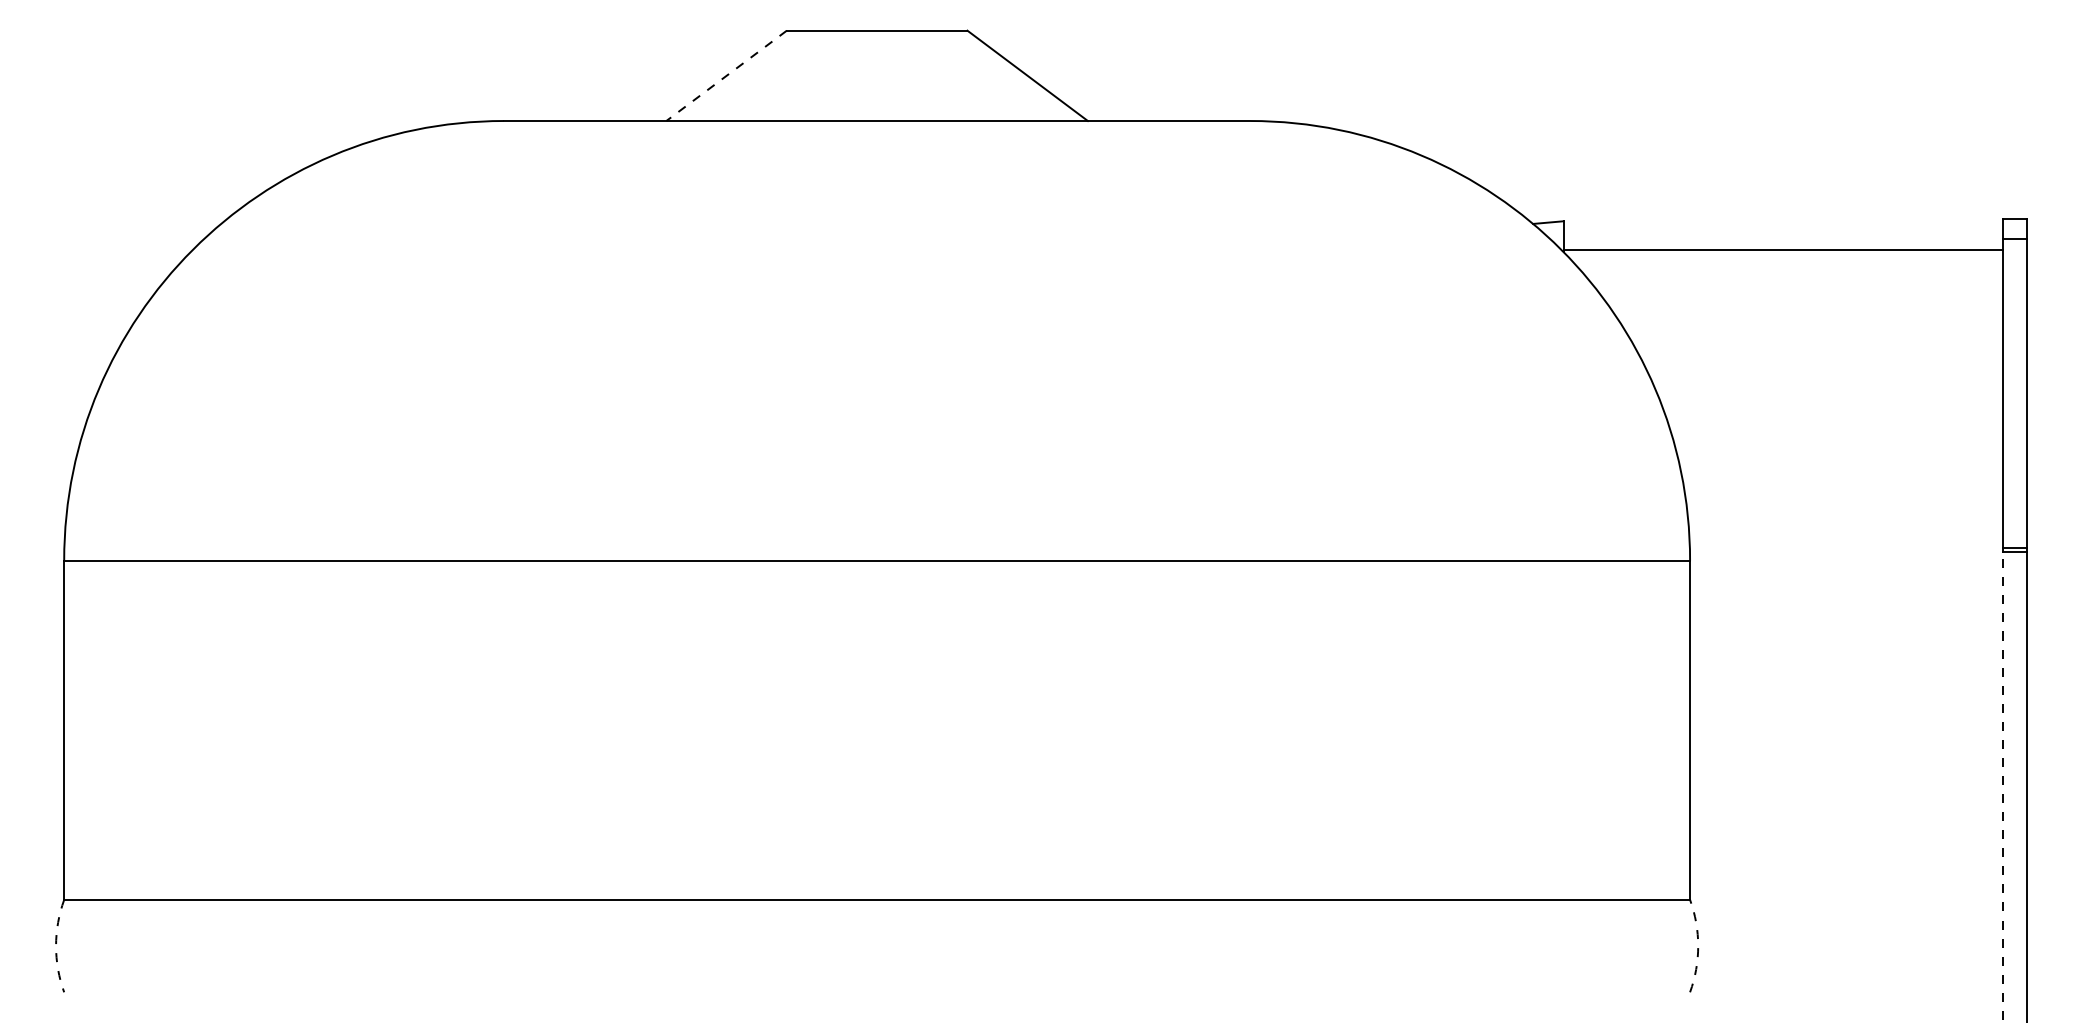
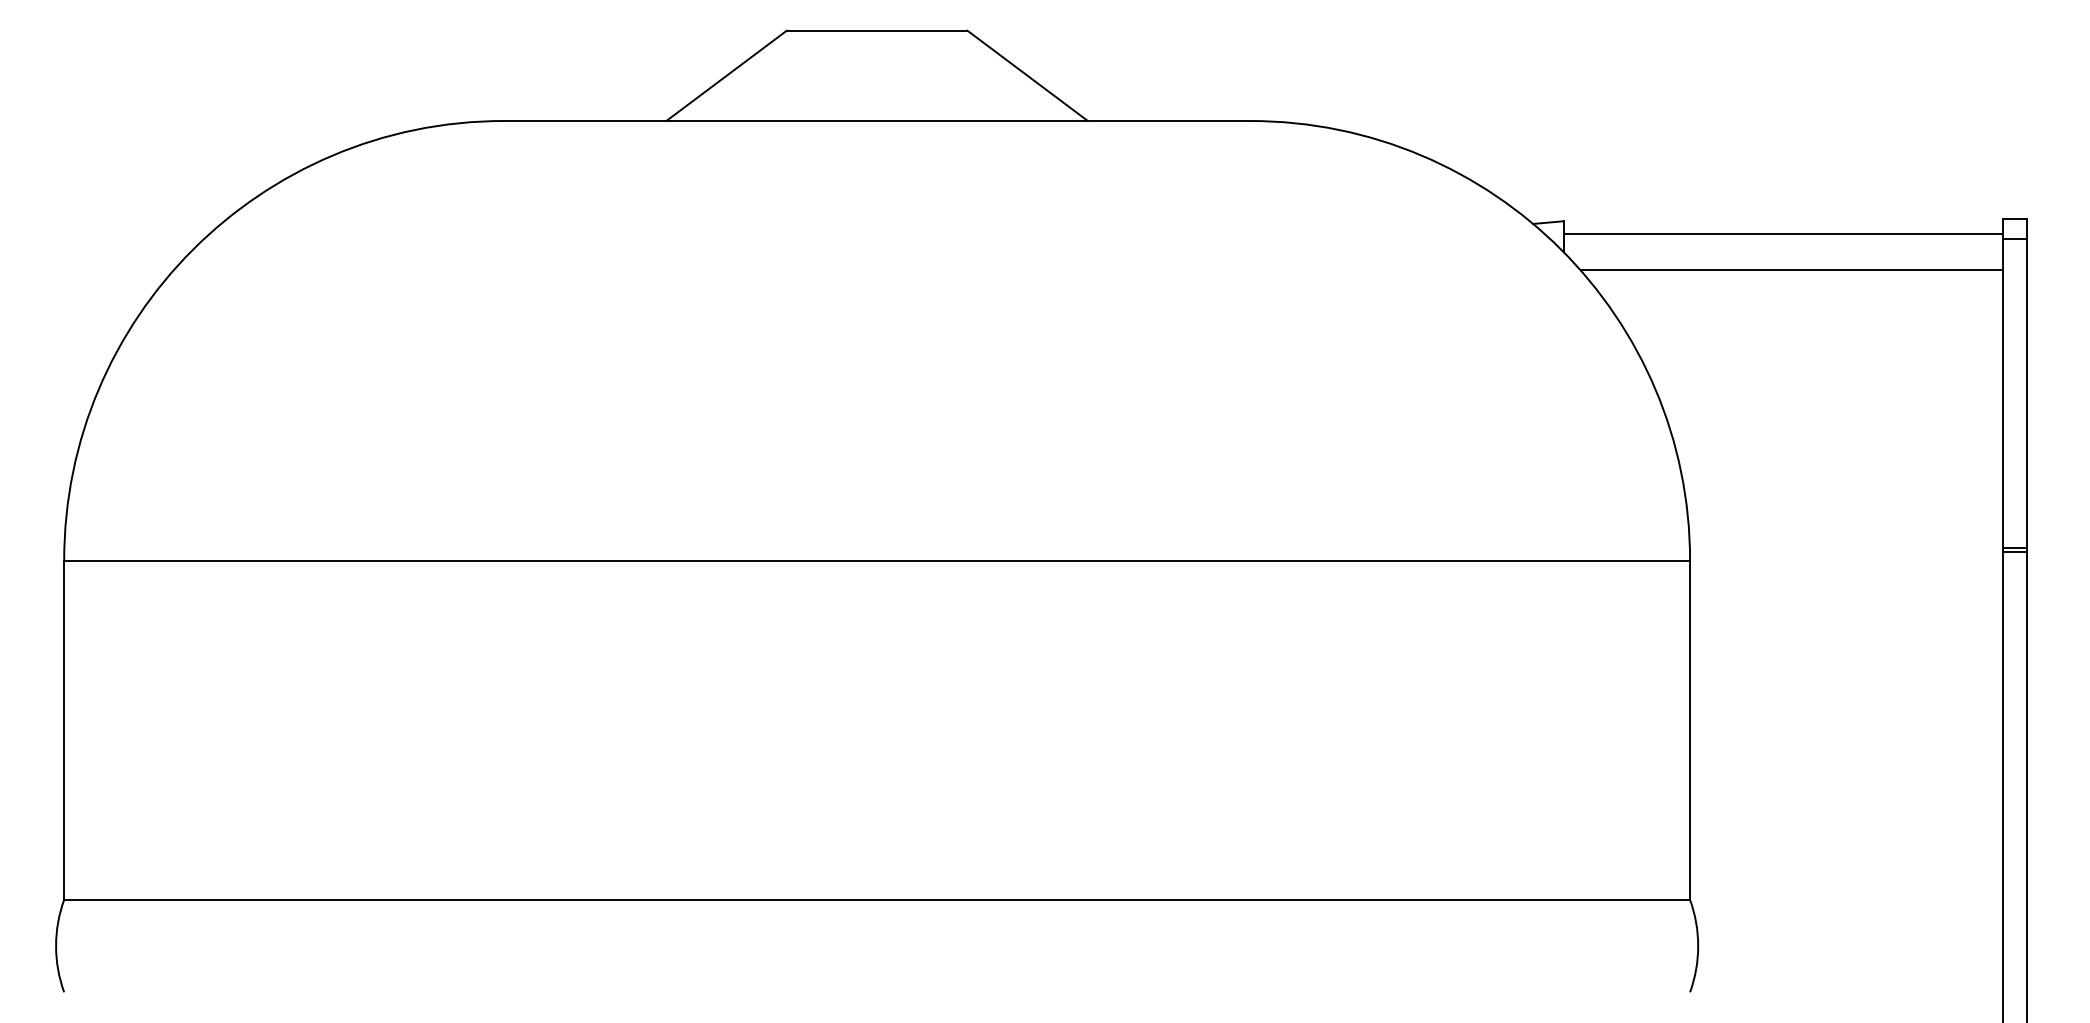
line at (726, 76): dashed -> solid
line at (1783, 250) position: (1783, 250) -> (1783, 234)
line at (1791, 270): none -> present
line at (2003, 787): dashed -> solid
arc at (56, 946): dashed -> solid
arc at (1698, 946): dashed -> solid
